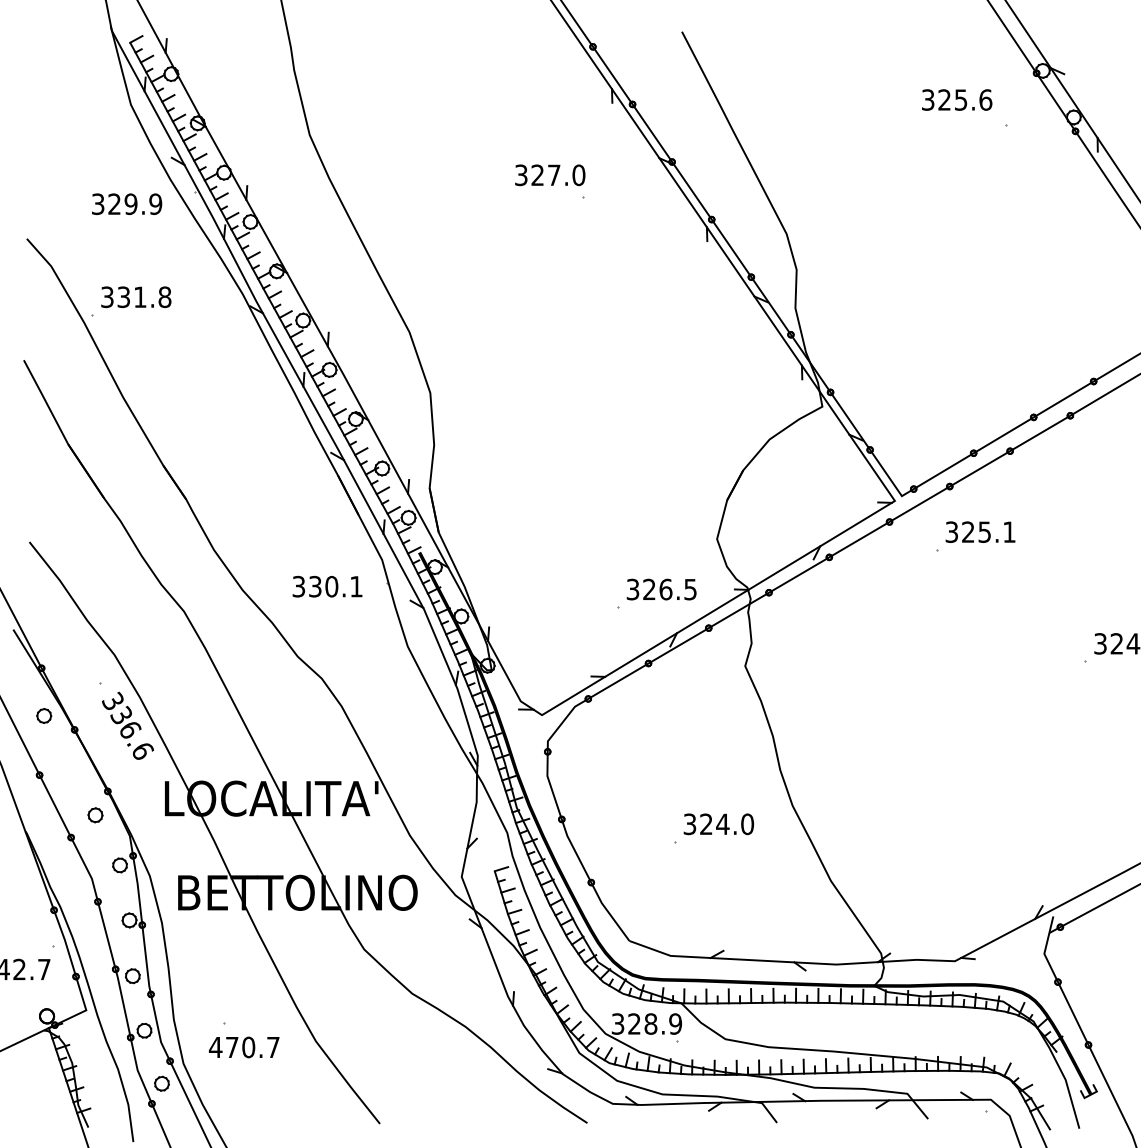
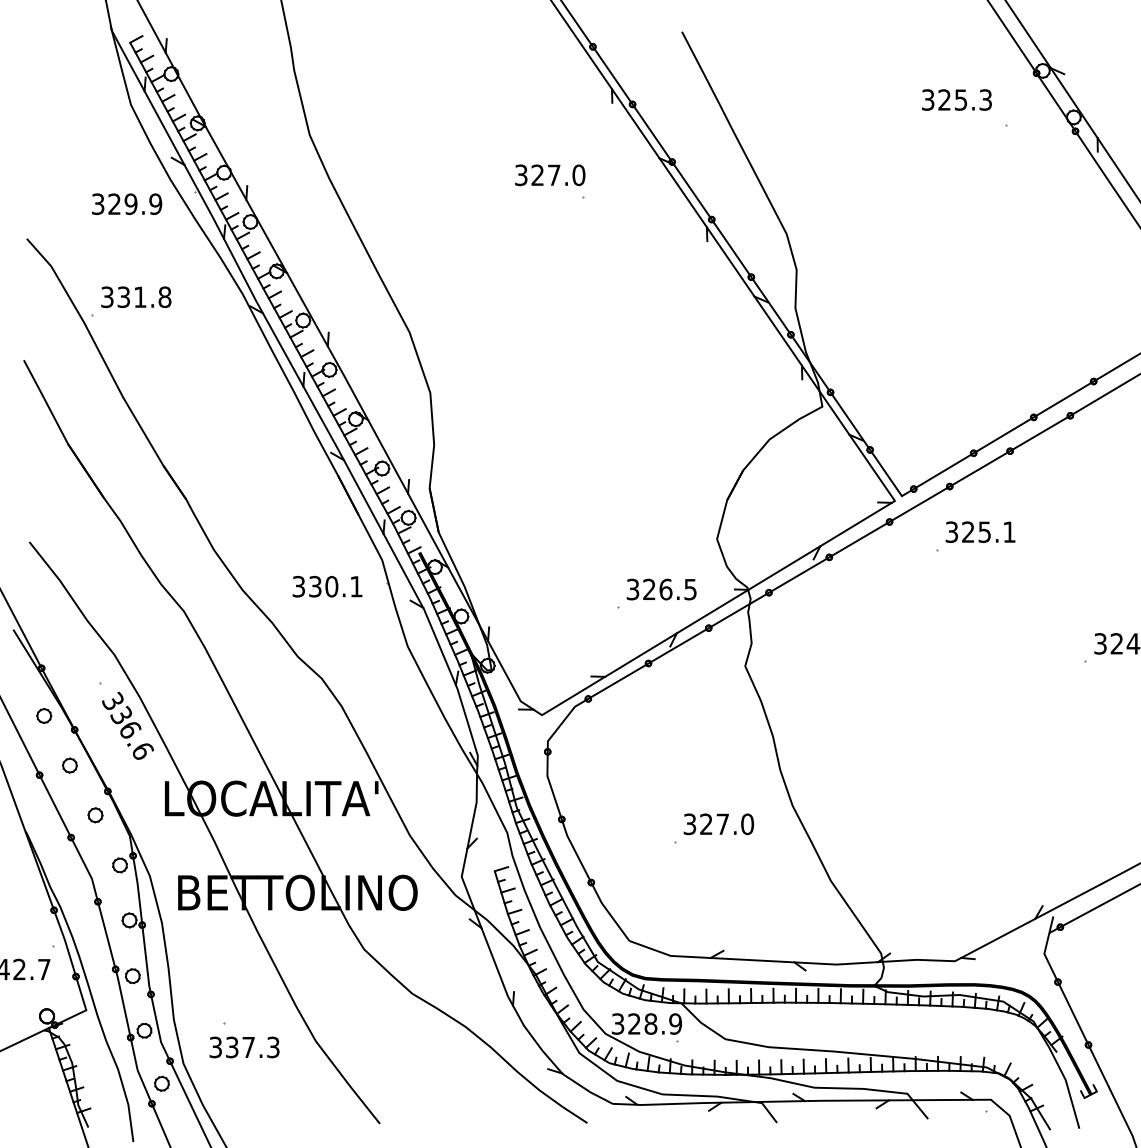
text at (985, 99): 325.6 -> 325.3
part at (69, 765): none -> present
text at (722, 823): 324.0 -> 327.0
text at (243, 1047): 470.7 -> 337.3
